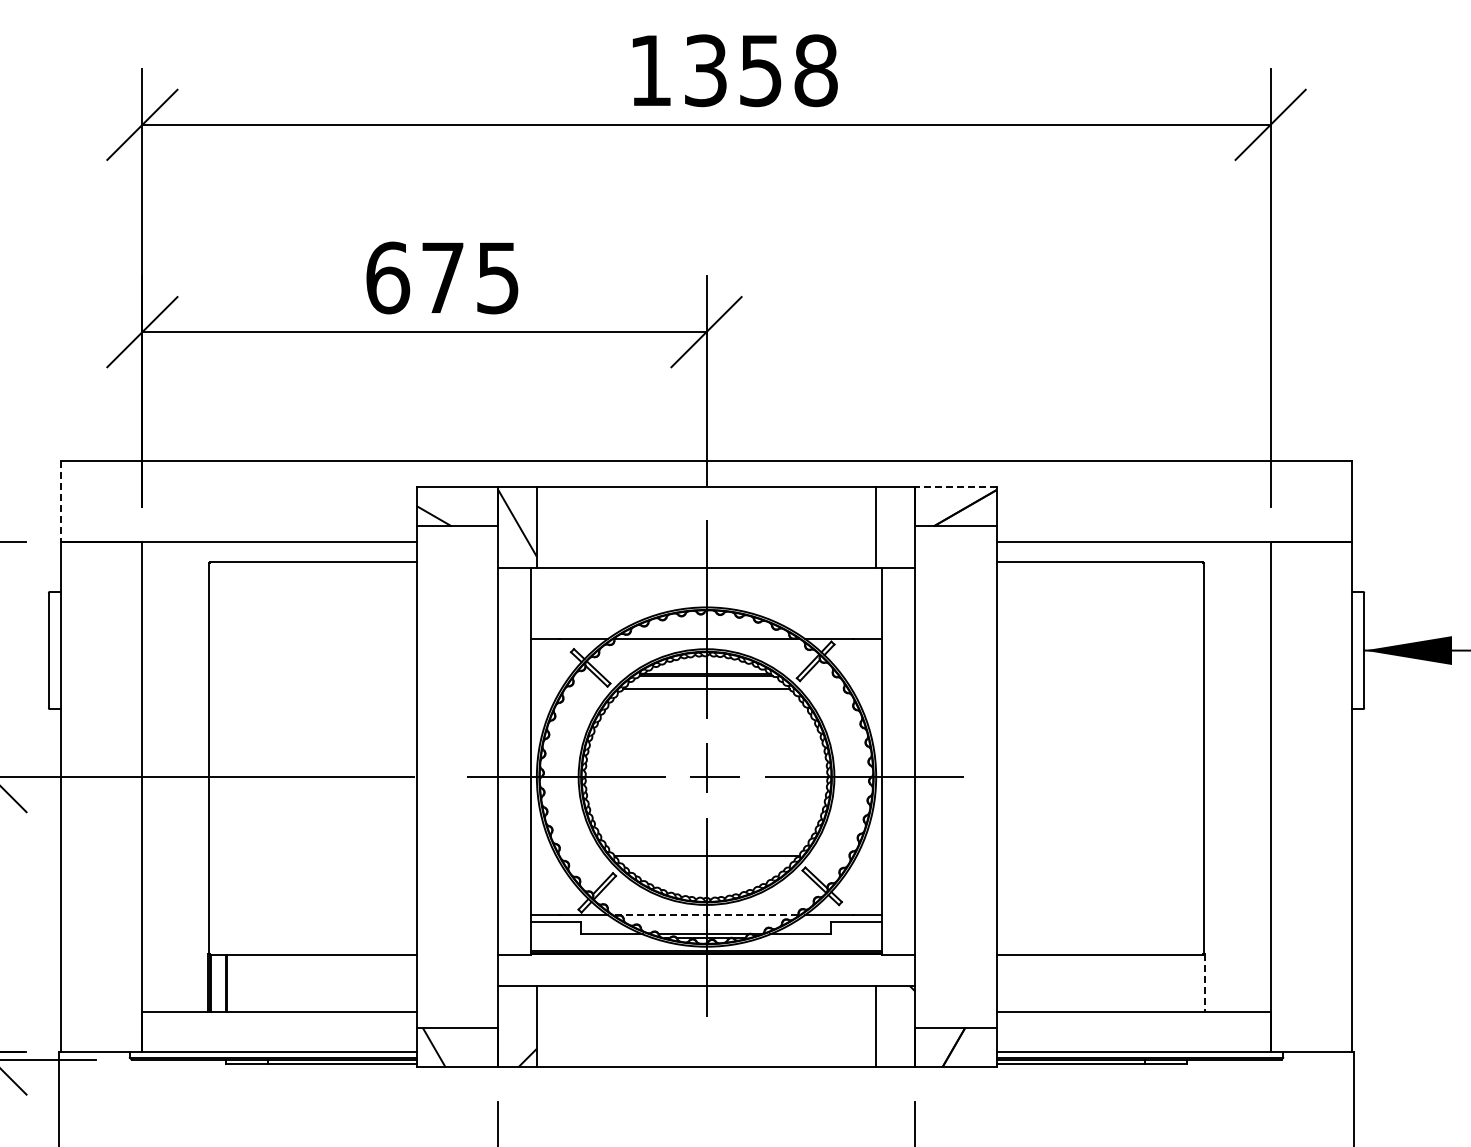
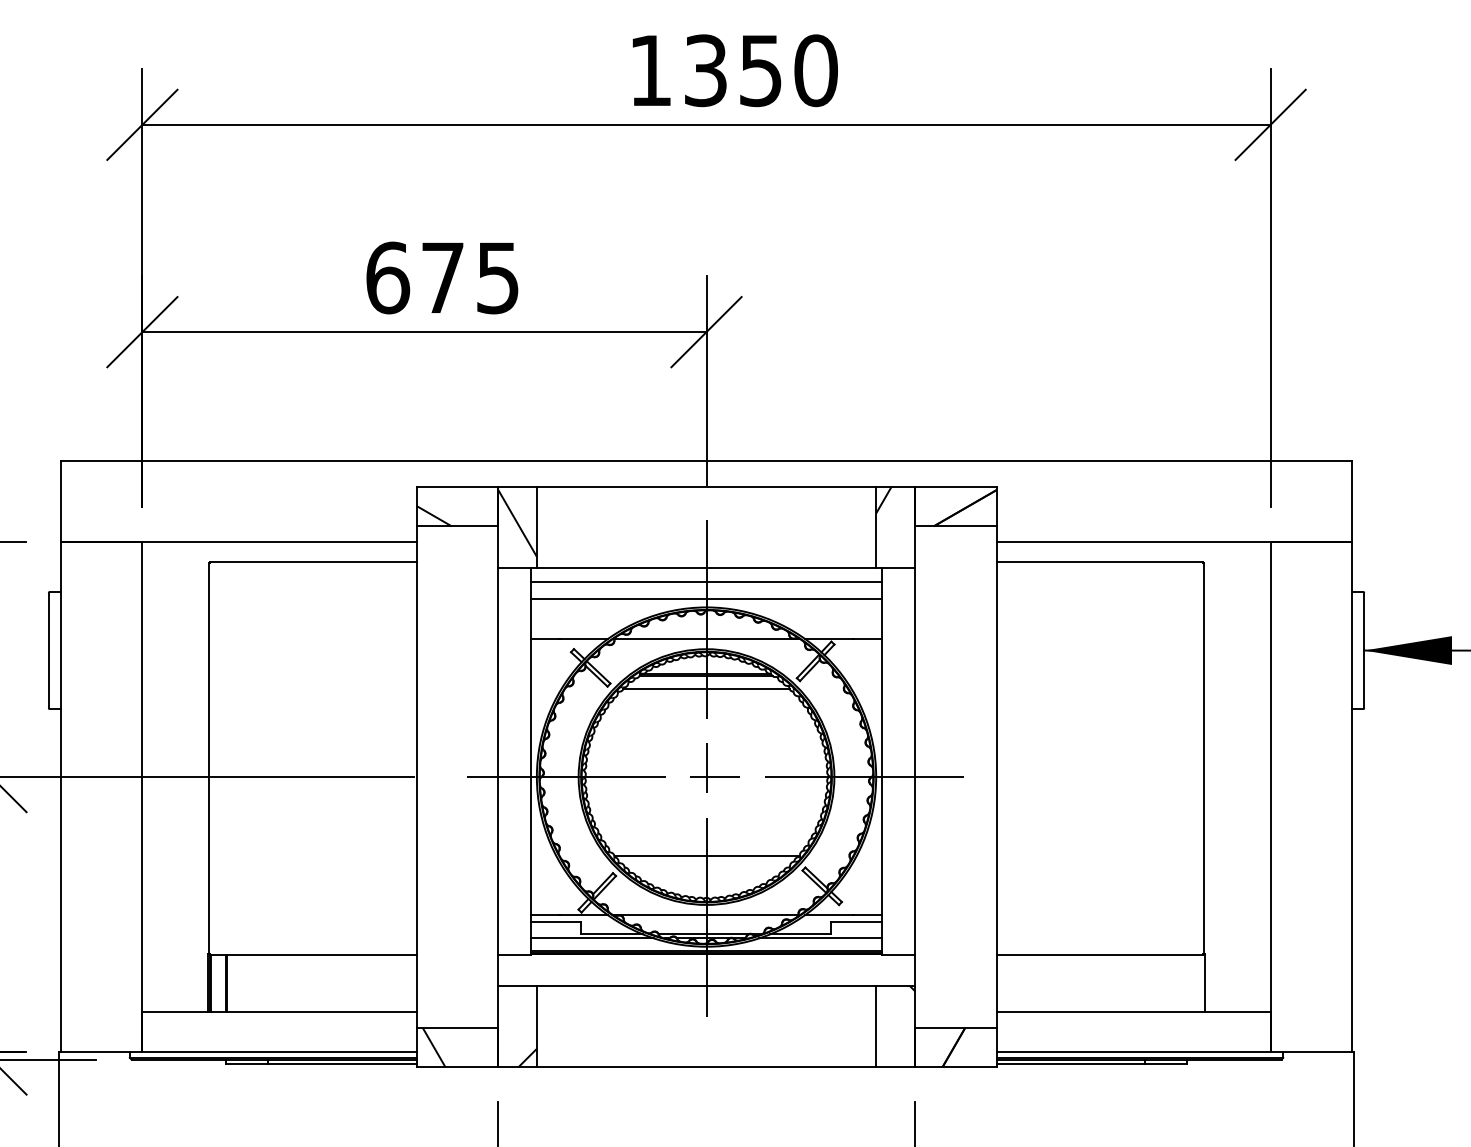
text at (815, 70): 1358 -> 1350
line at (955, 487): dashed -> solid
hatch at (883, 500): none -> present
line at (61, 501): dashed -> solid
line at (706, 581): none -> present
line at (706, 598): none -> present
line at (705, 914): dashed -> solid
line at (591, 938): none -> present
line at (820, 938): none -> present
line at (1205, 983): dashed -> solid
